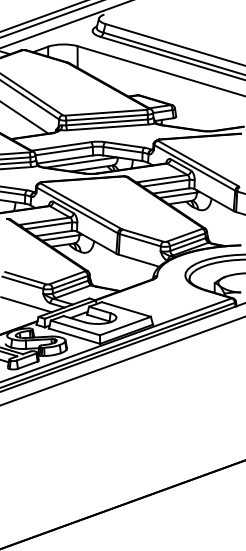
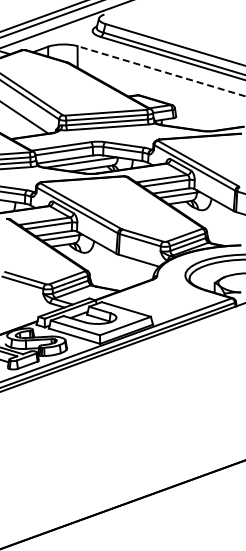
line at (161, 71): solid -> dashed
line at (26, 304): present -> none
line at (122, 360): present -> none
